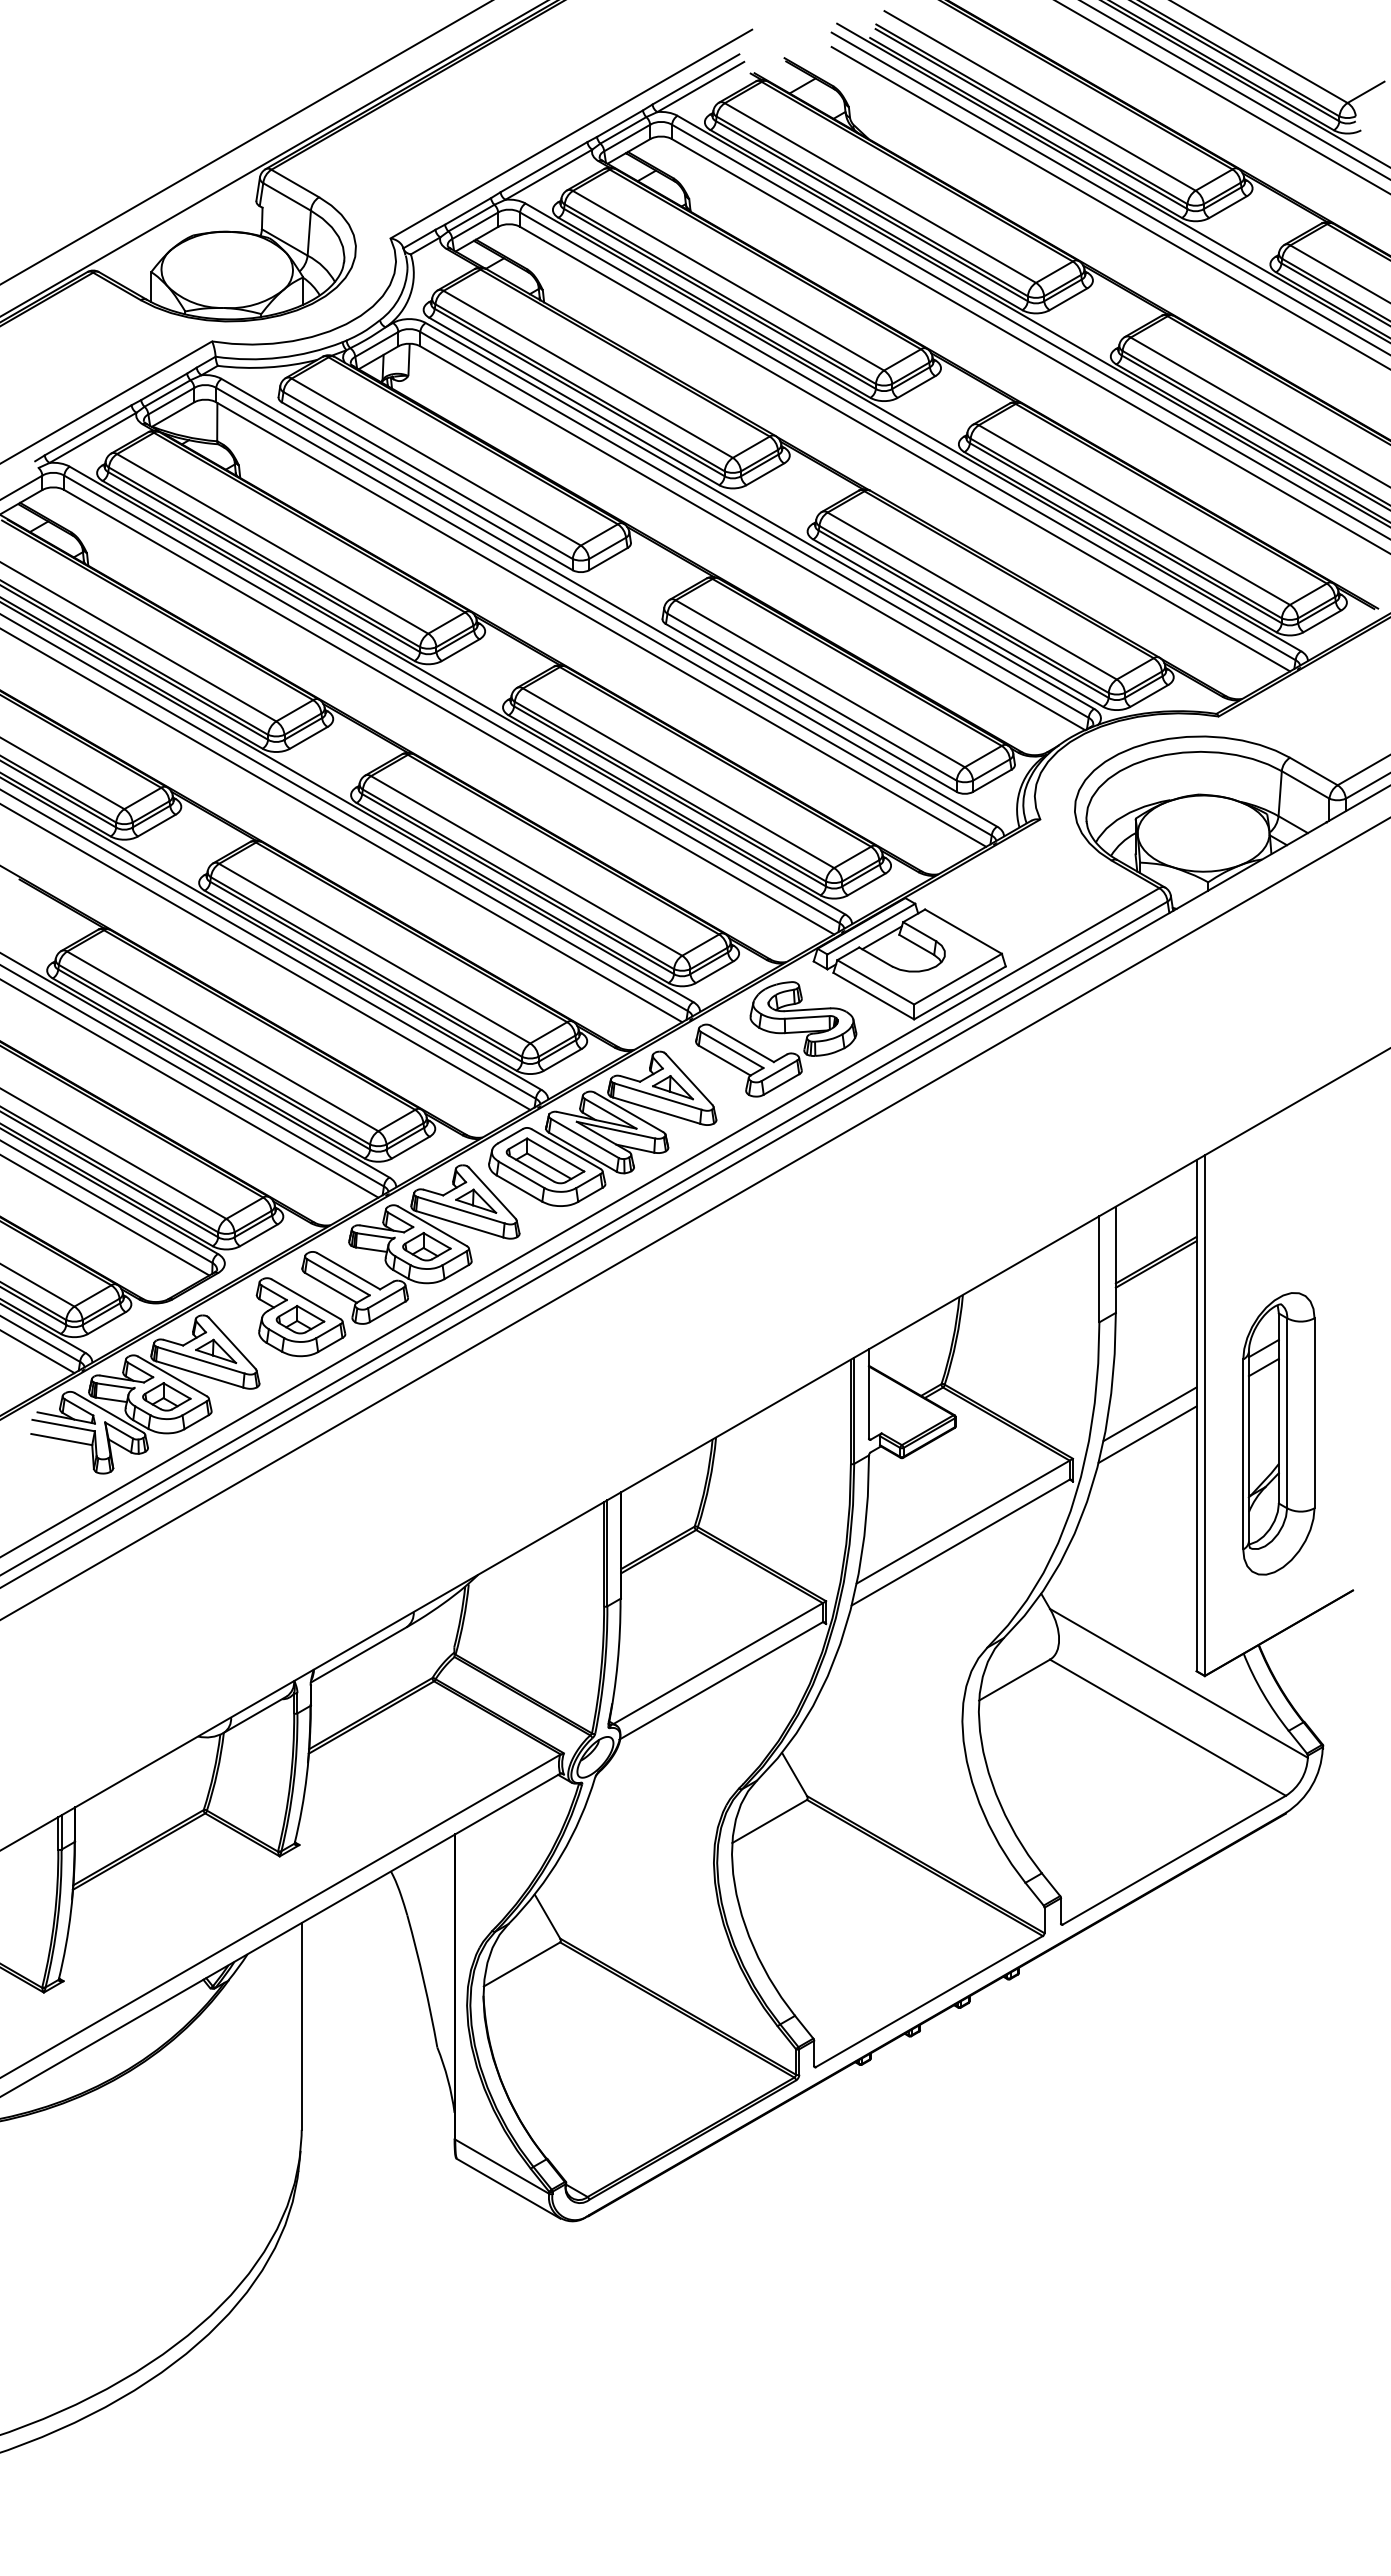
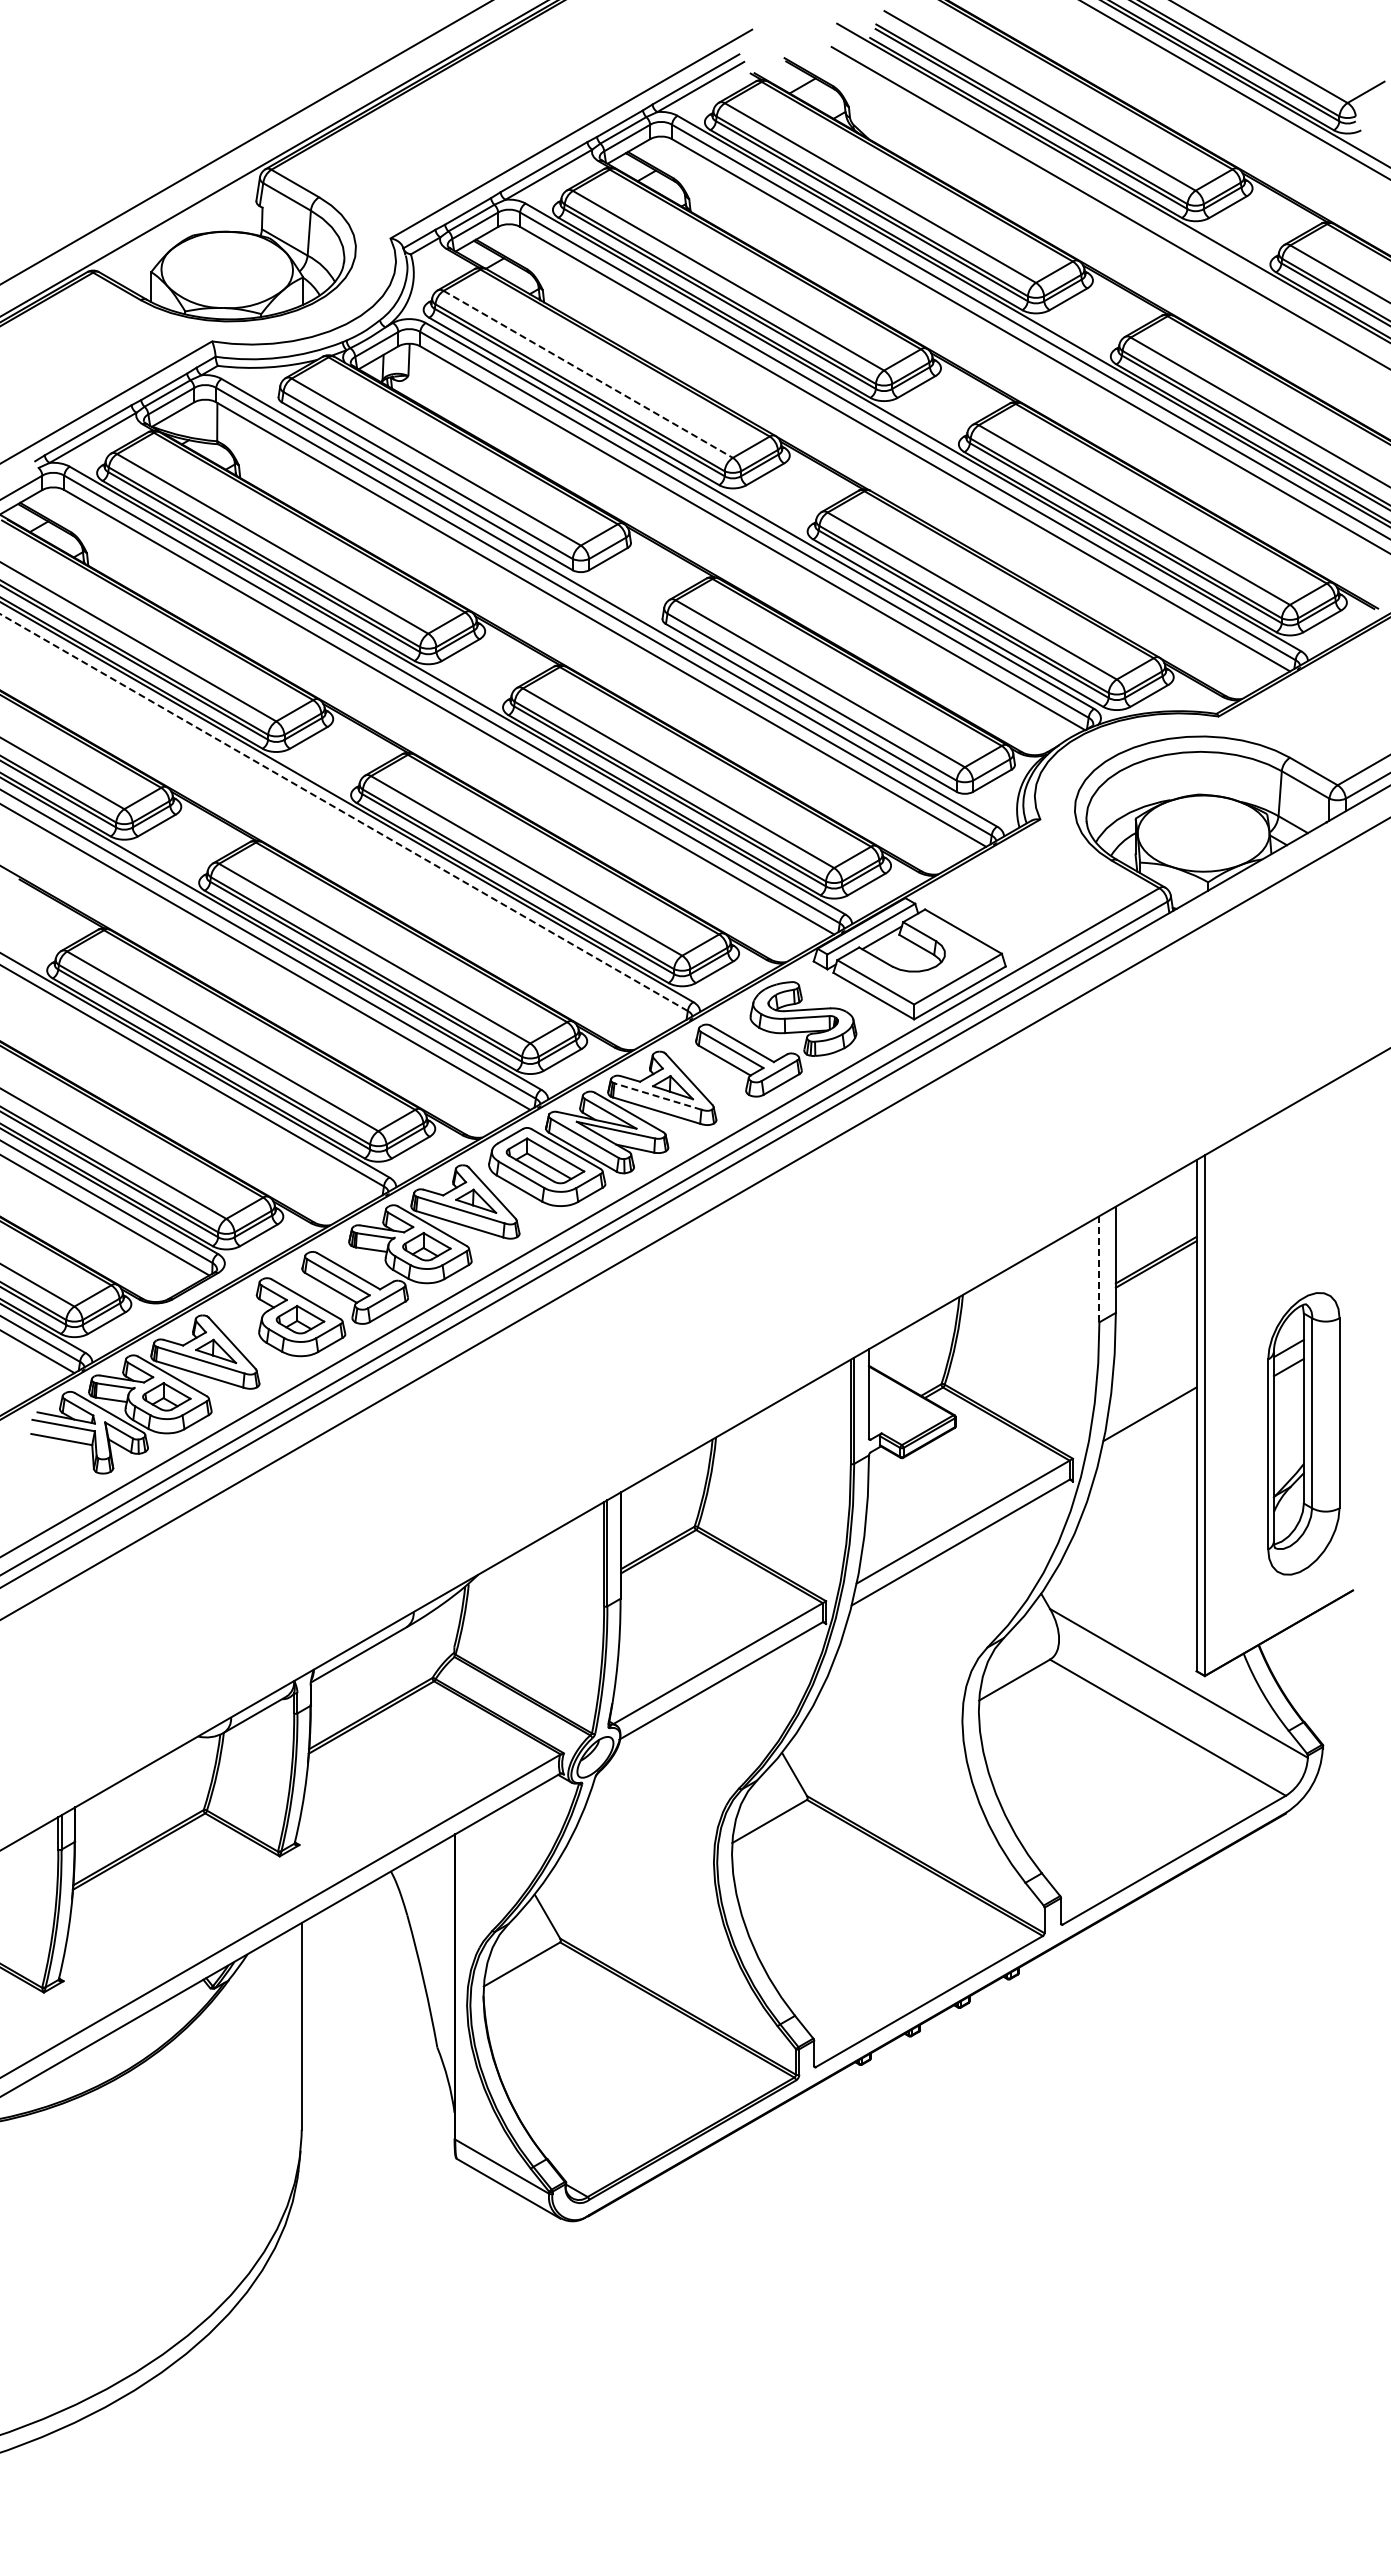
line at (1222, 97): present -> none
line at (1109, 192): present -> none
line at (588, 374): solid -> dashed
line at (344, 812): solid -> dashed
line at (342, 825): present -> none
line at (190, 1088): present -> none
line at (657, 1096): solid -> dashed
line at (1099, 1269): solid -> dashed
part at (1278, 1433) position: (1278, 1433) -> (1303, 1433)
line at (1147, 1434): present -> none
